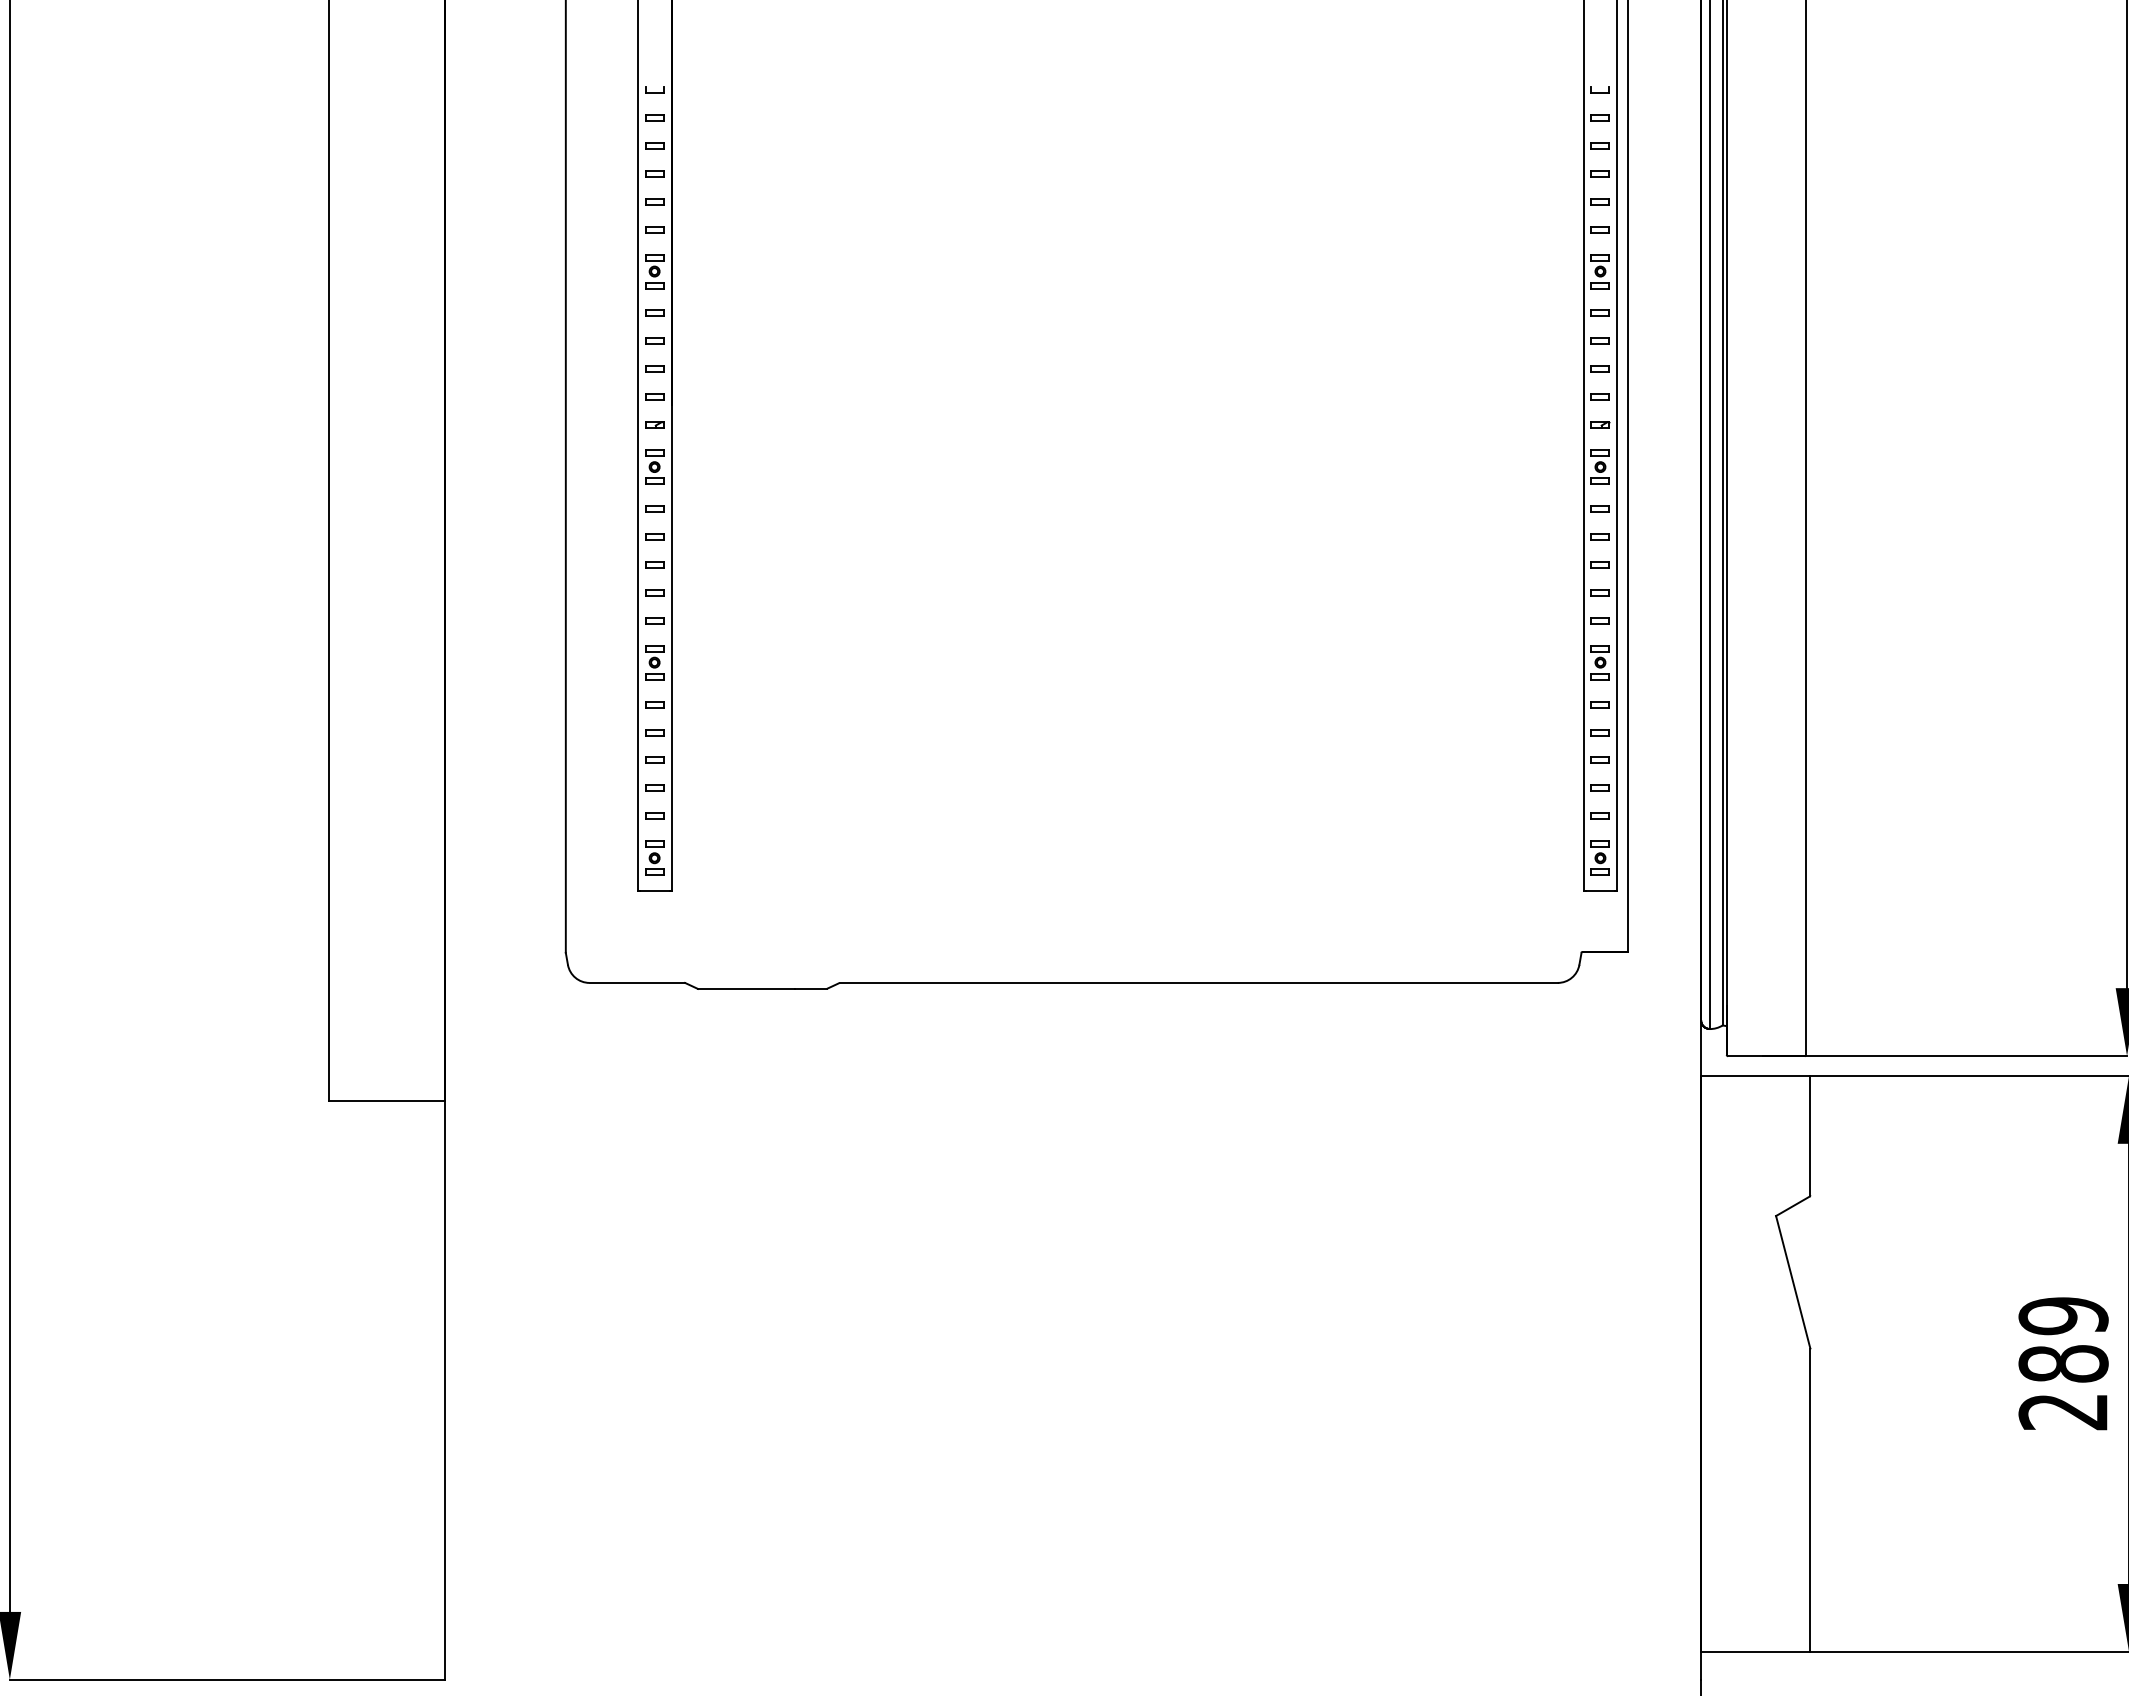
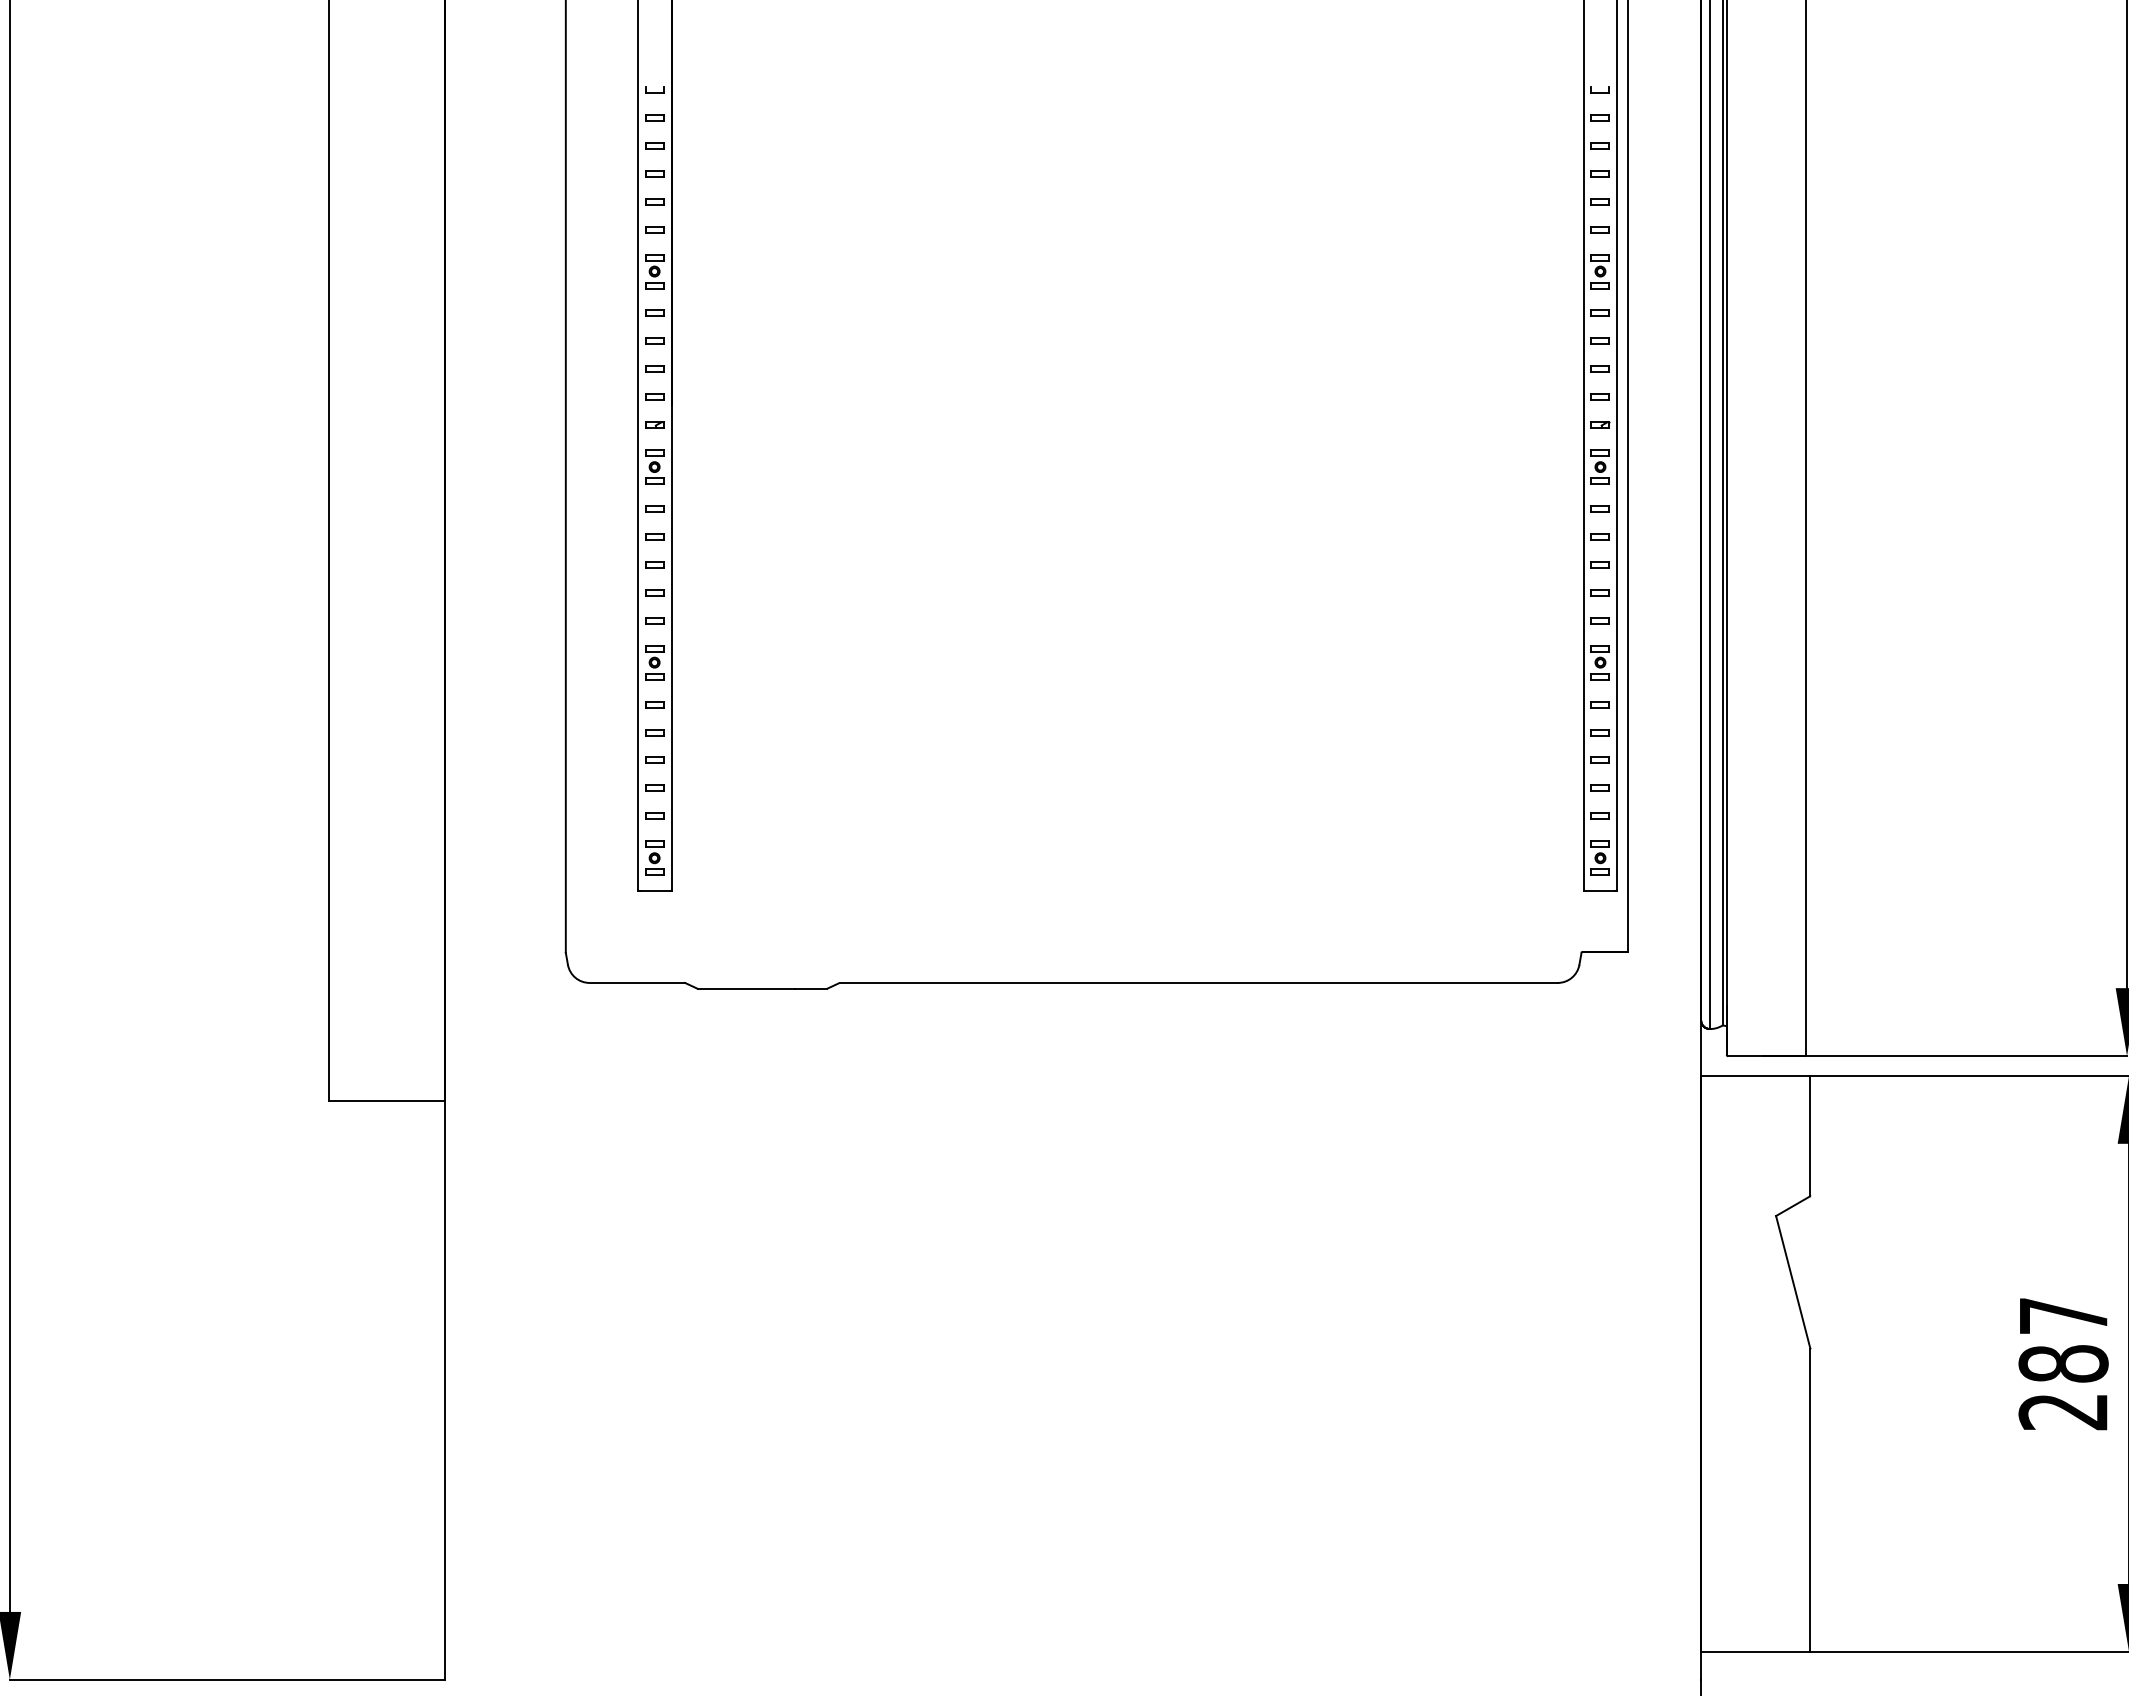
text at (2063, 1316): 289 -> 287
